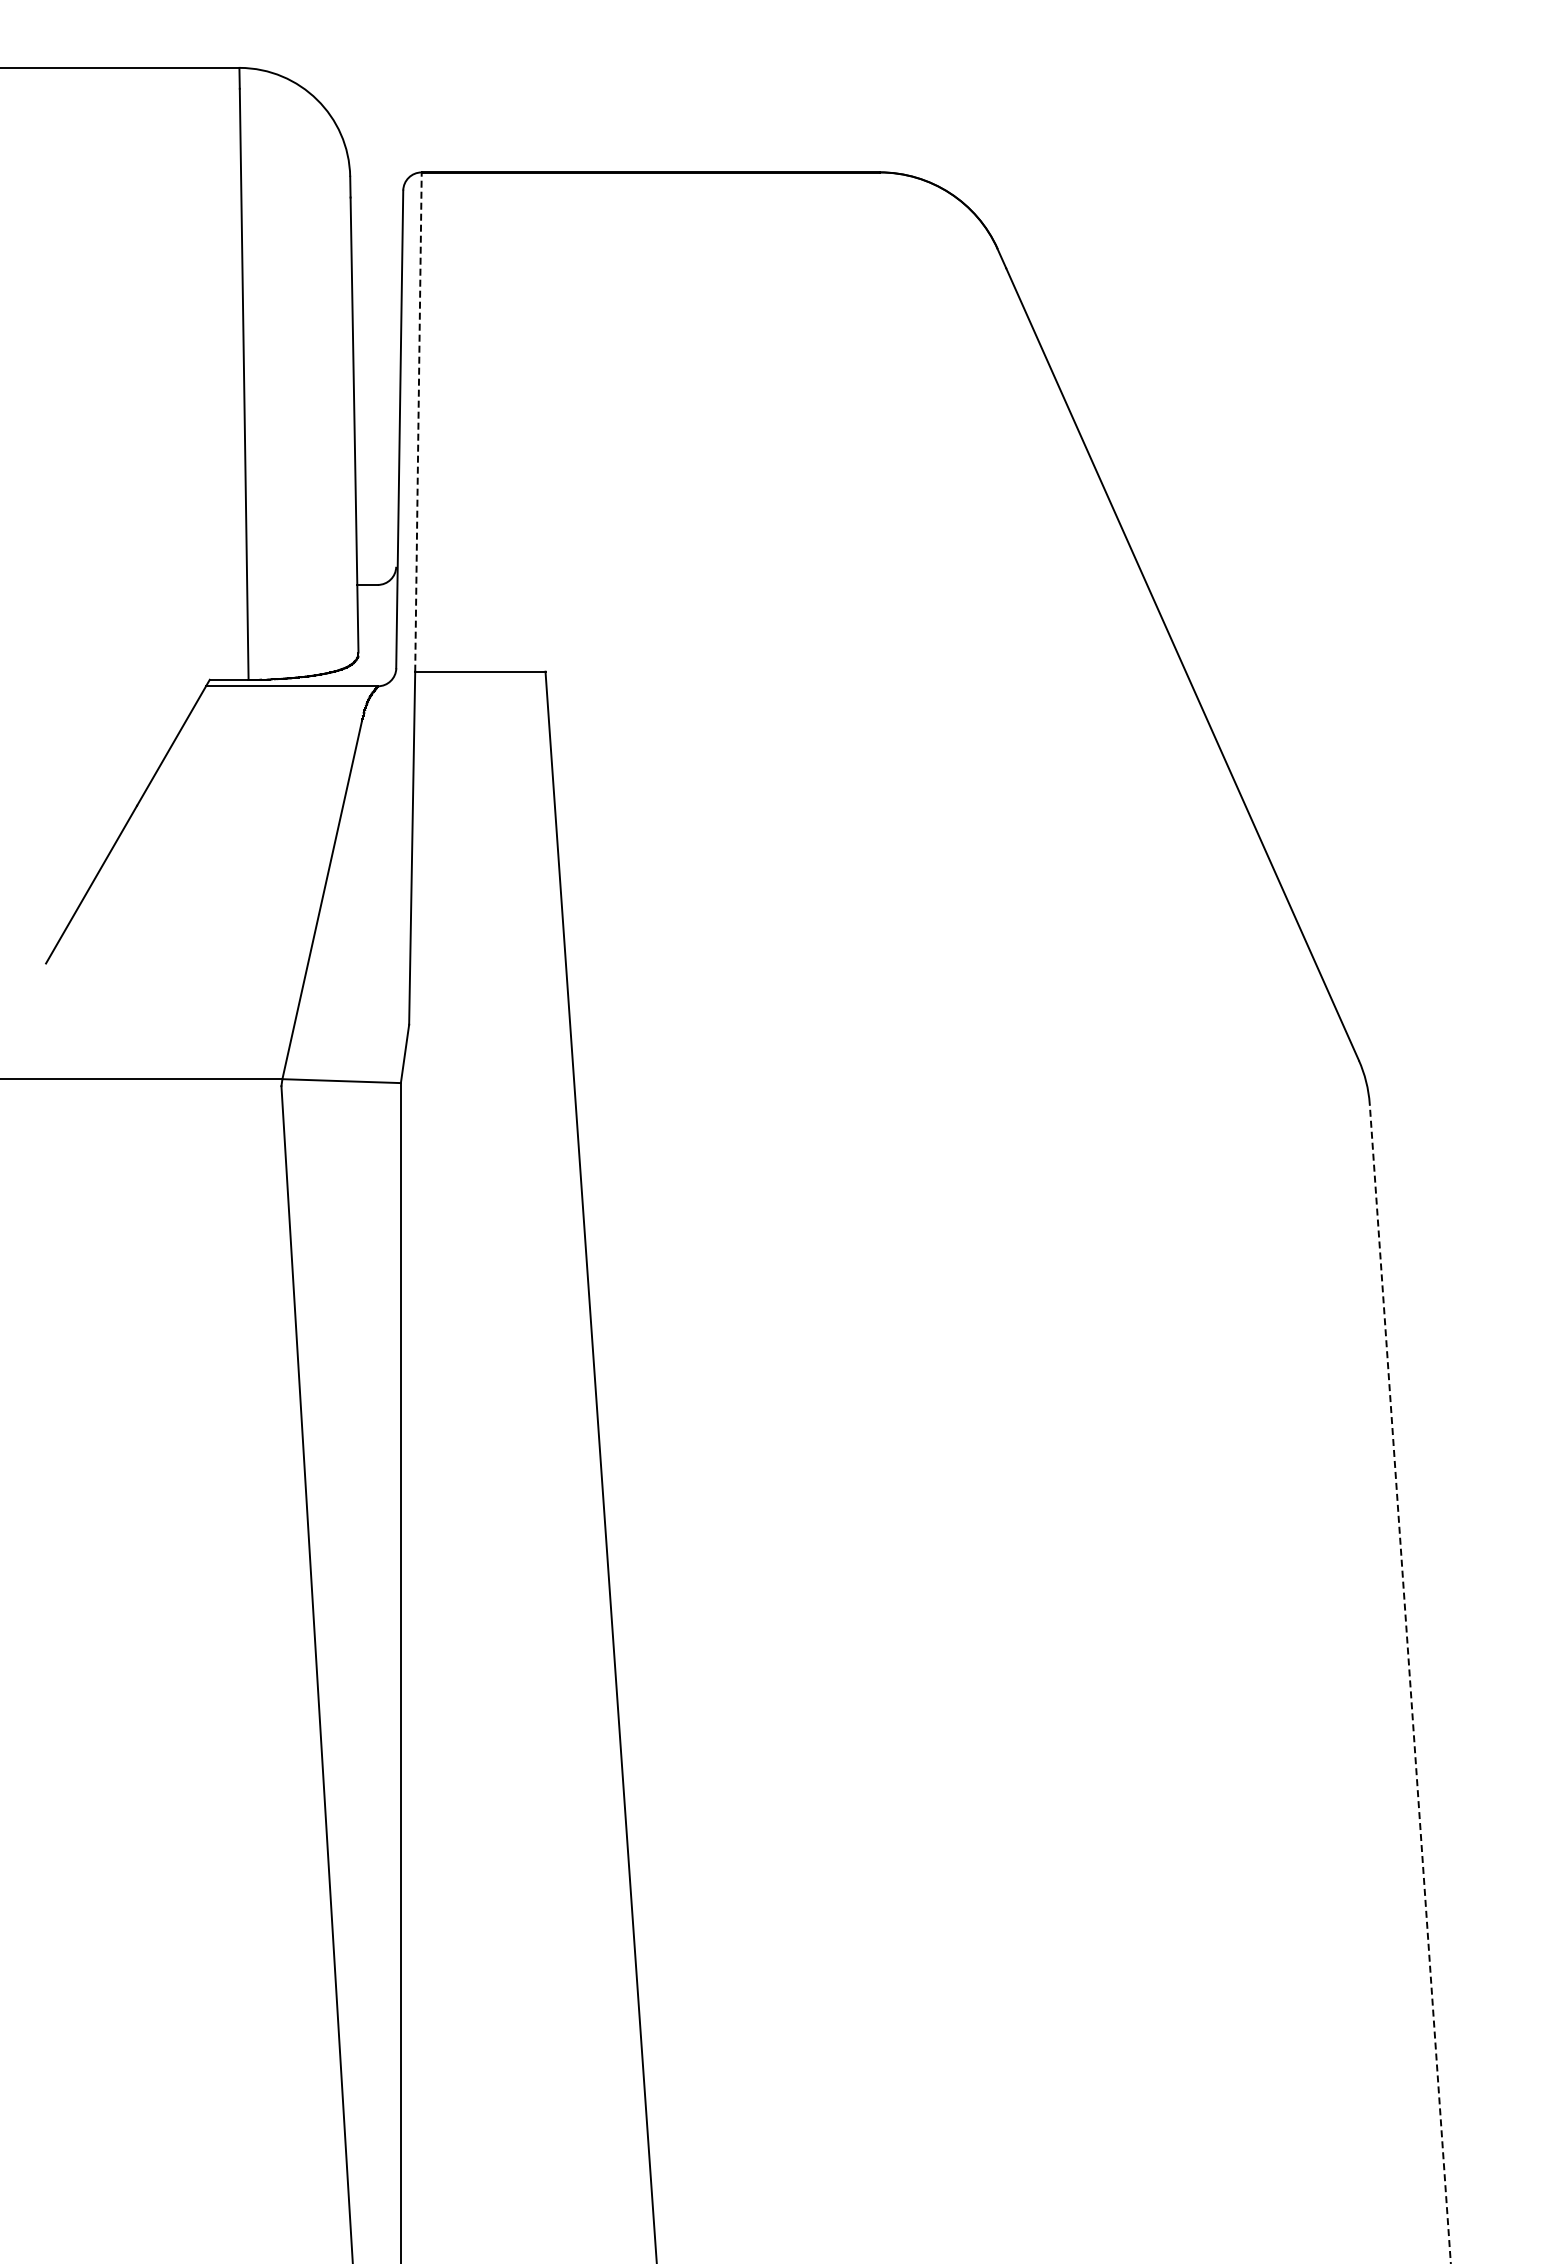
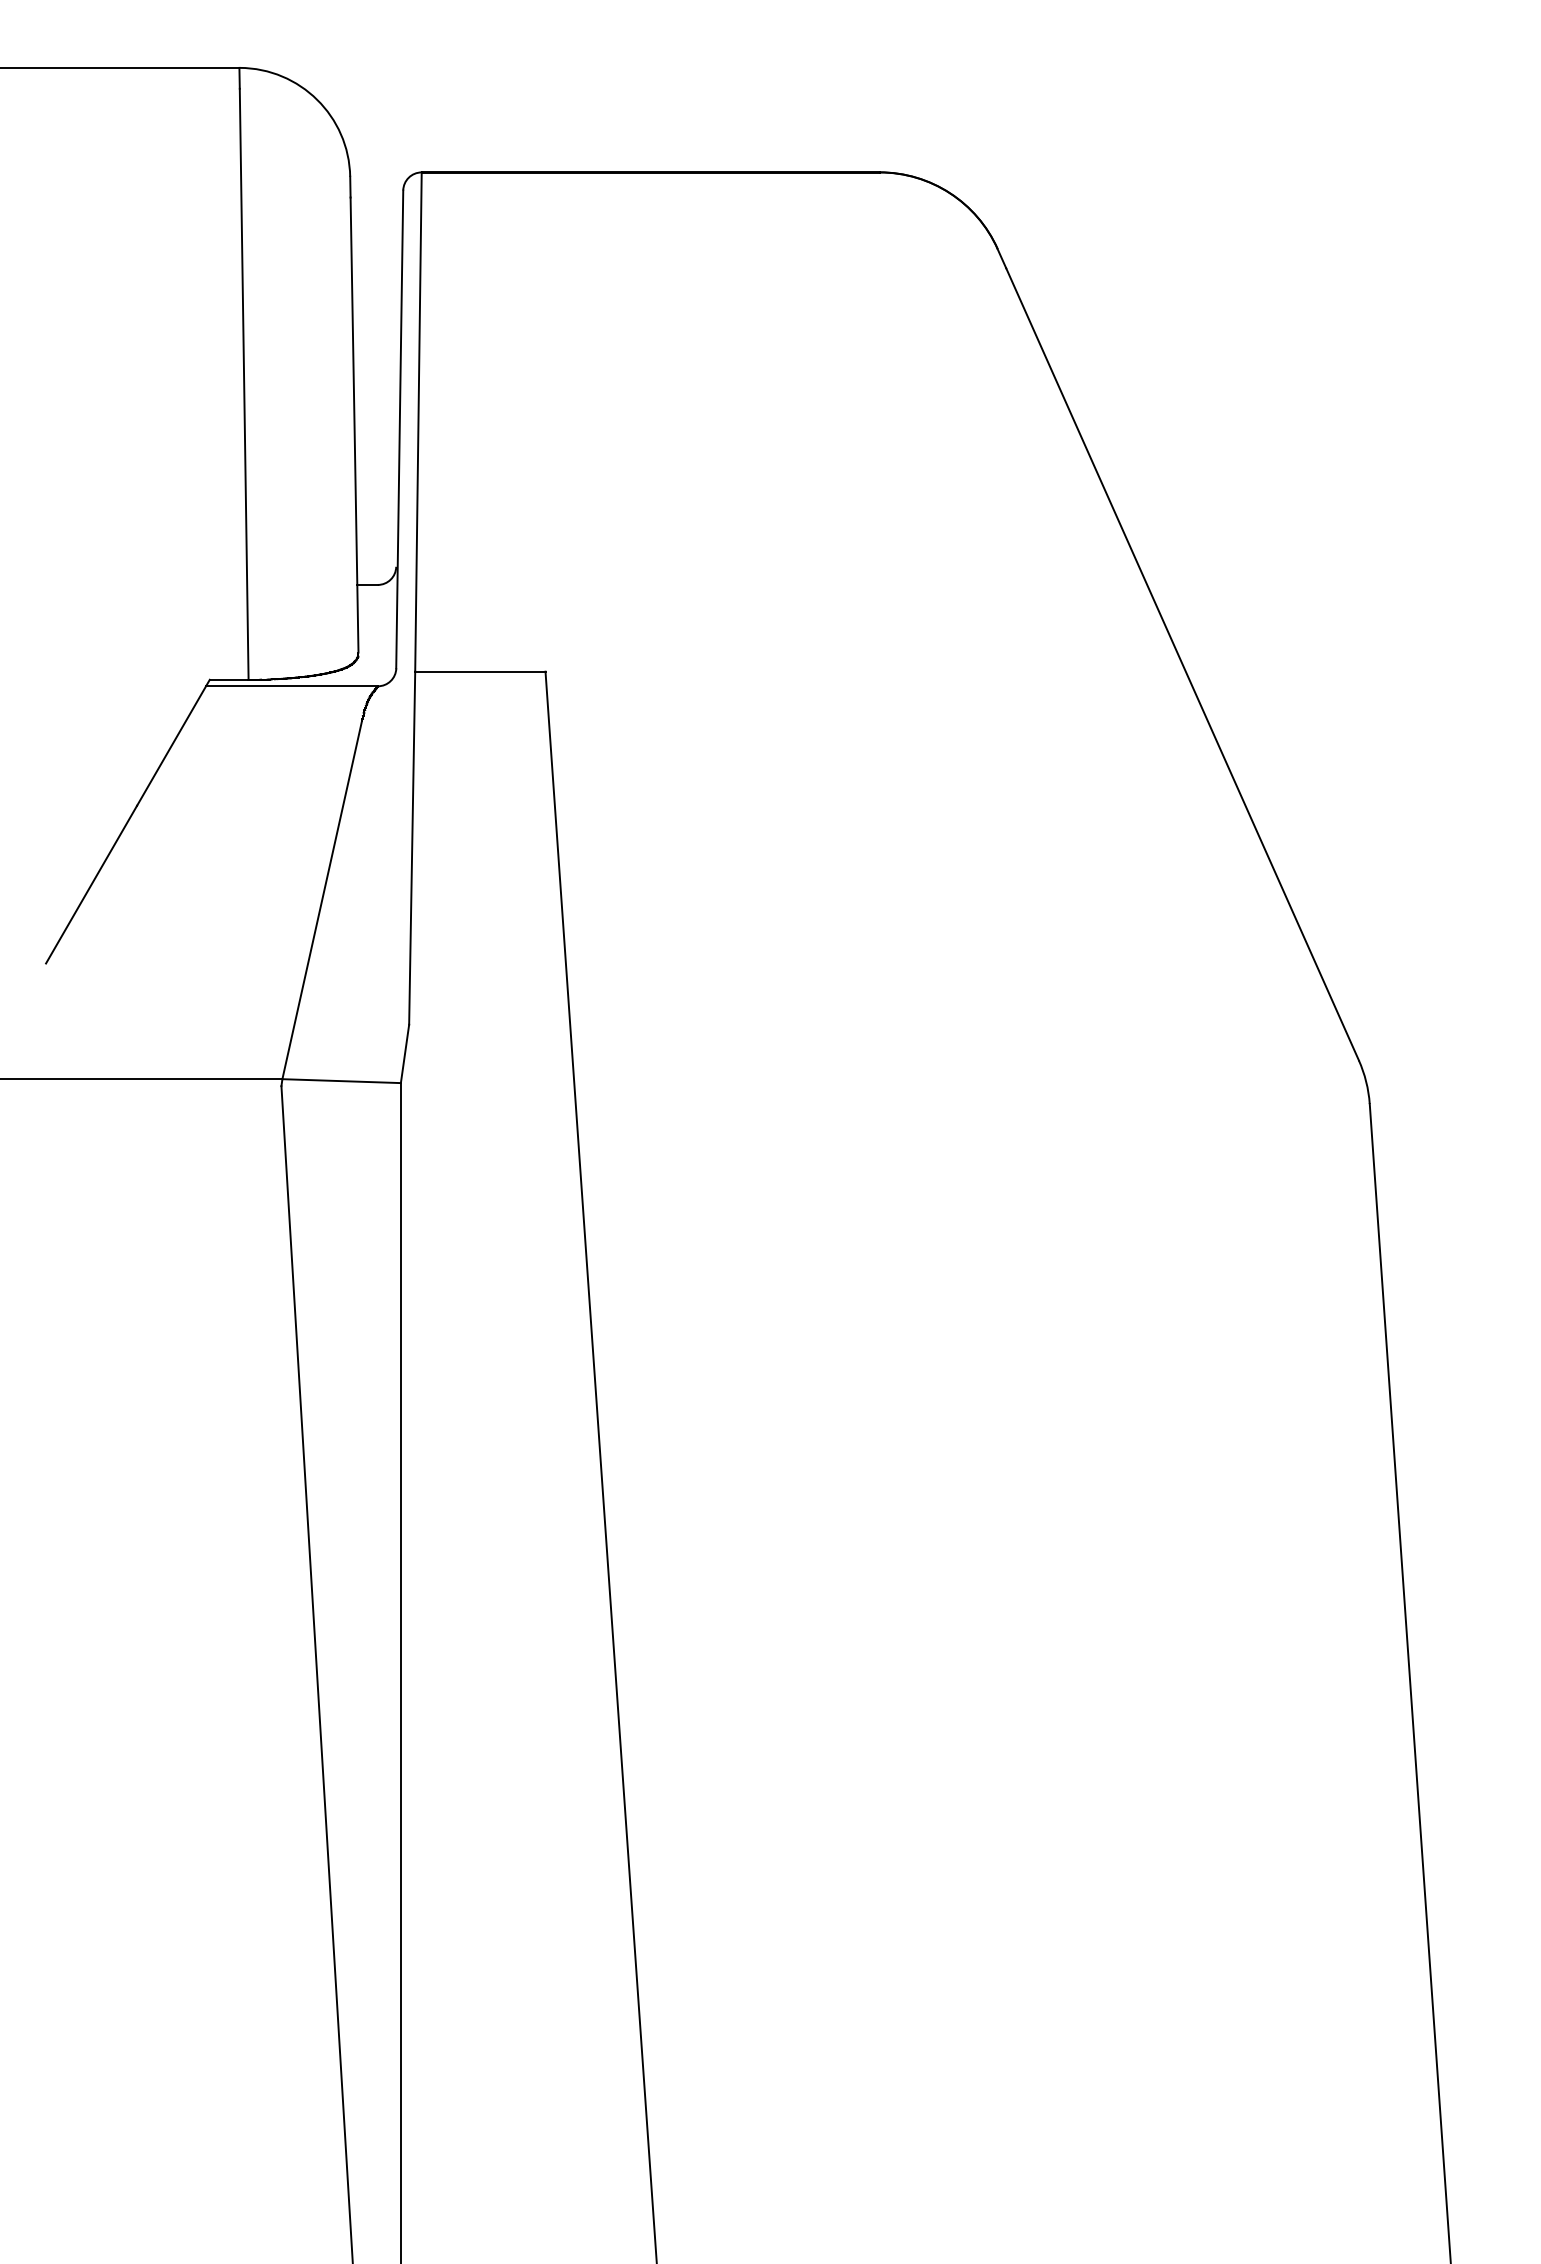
line at (418, 422): dashed -> solid
line at (1410, 1683): dashed -> solid
